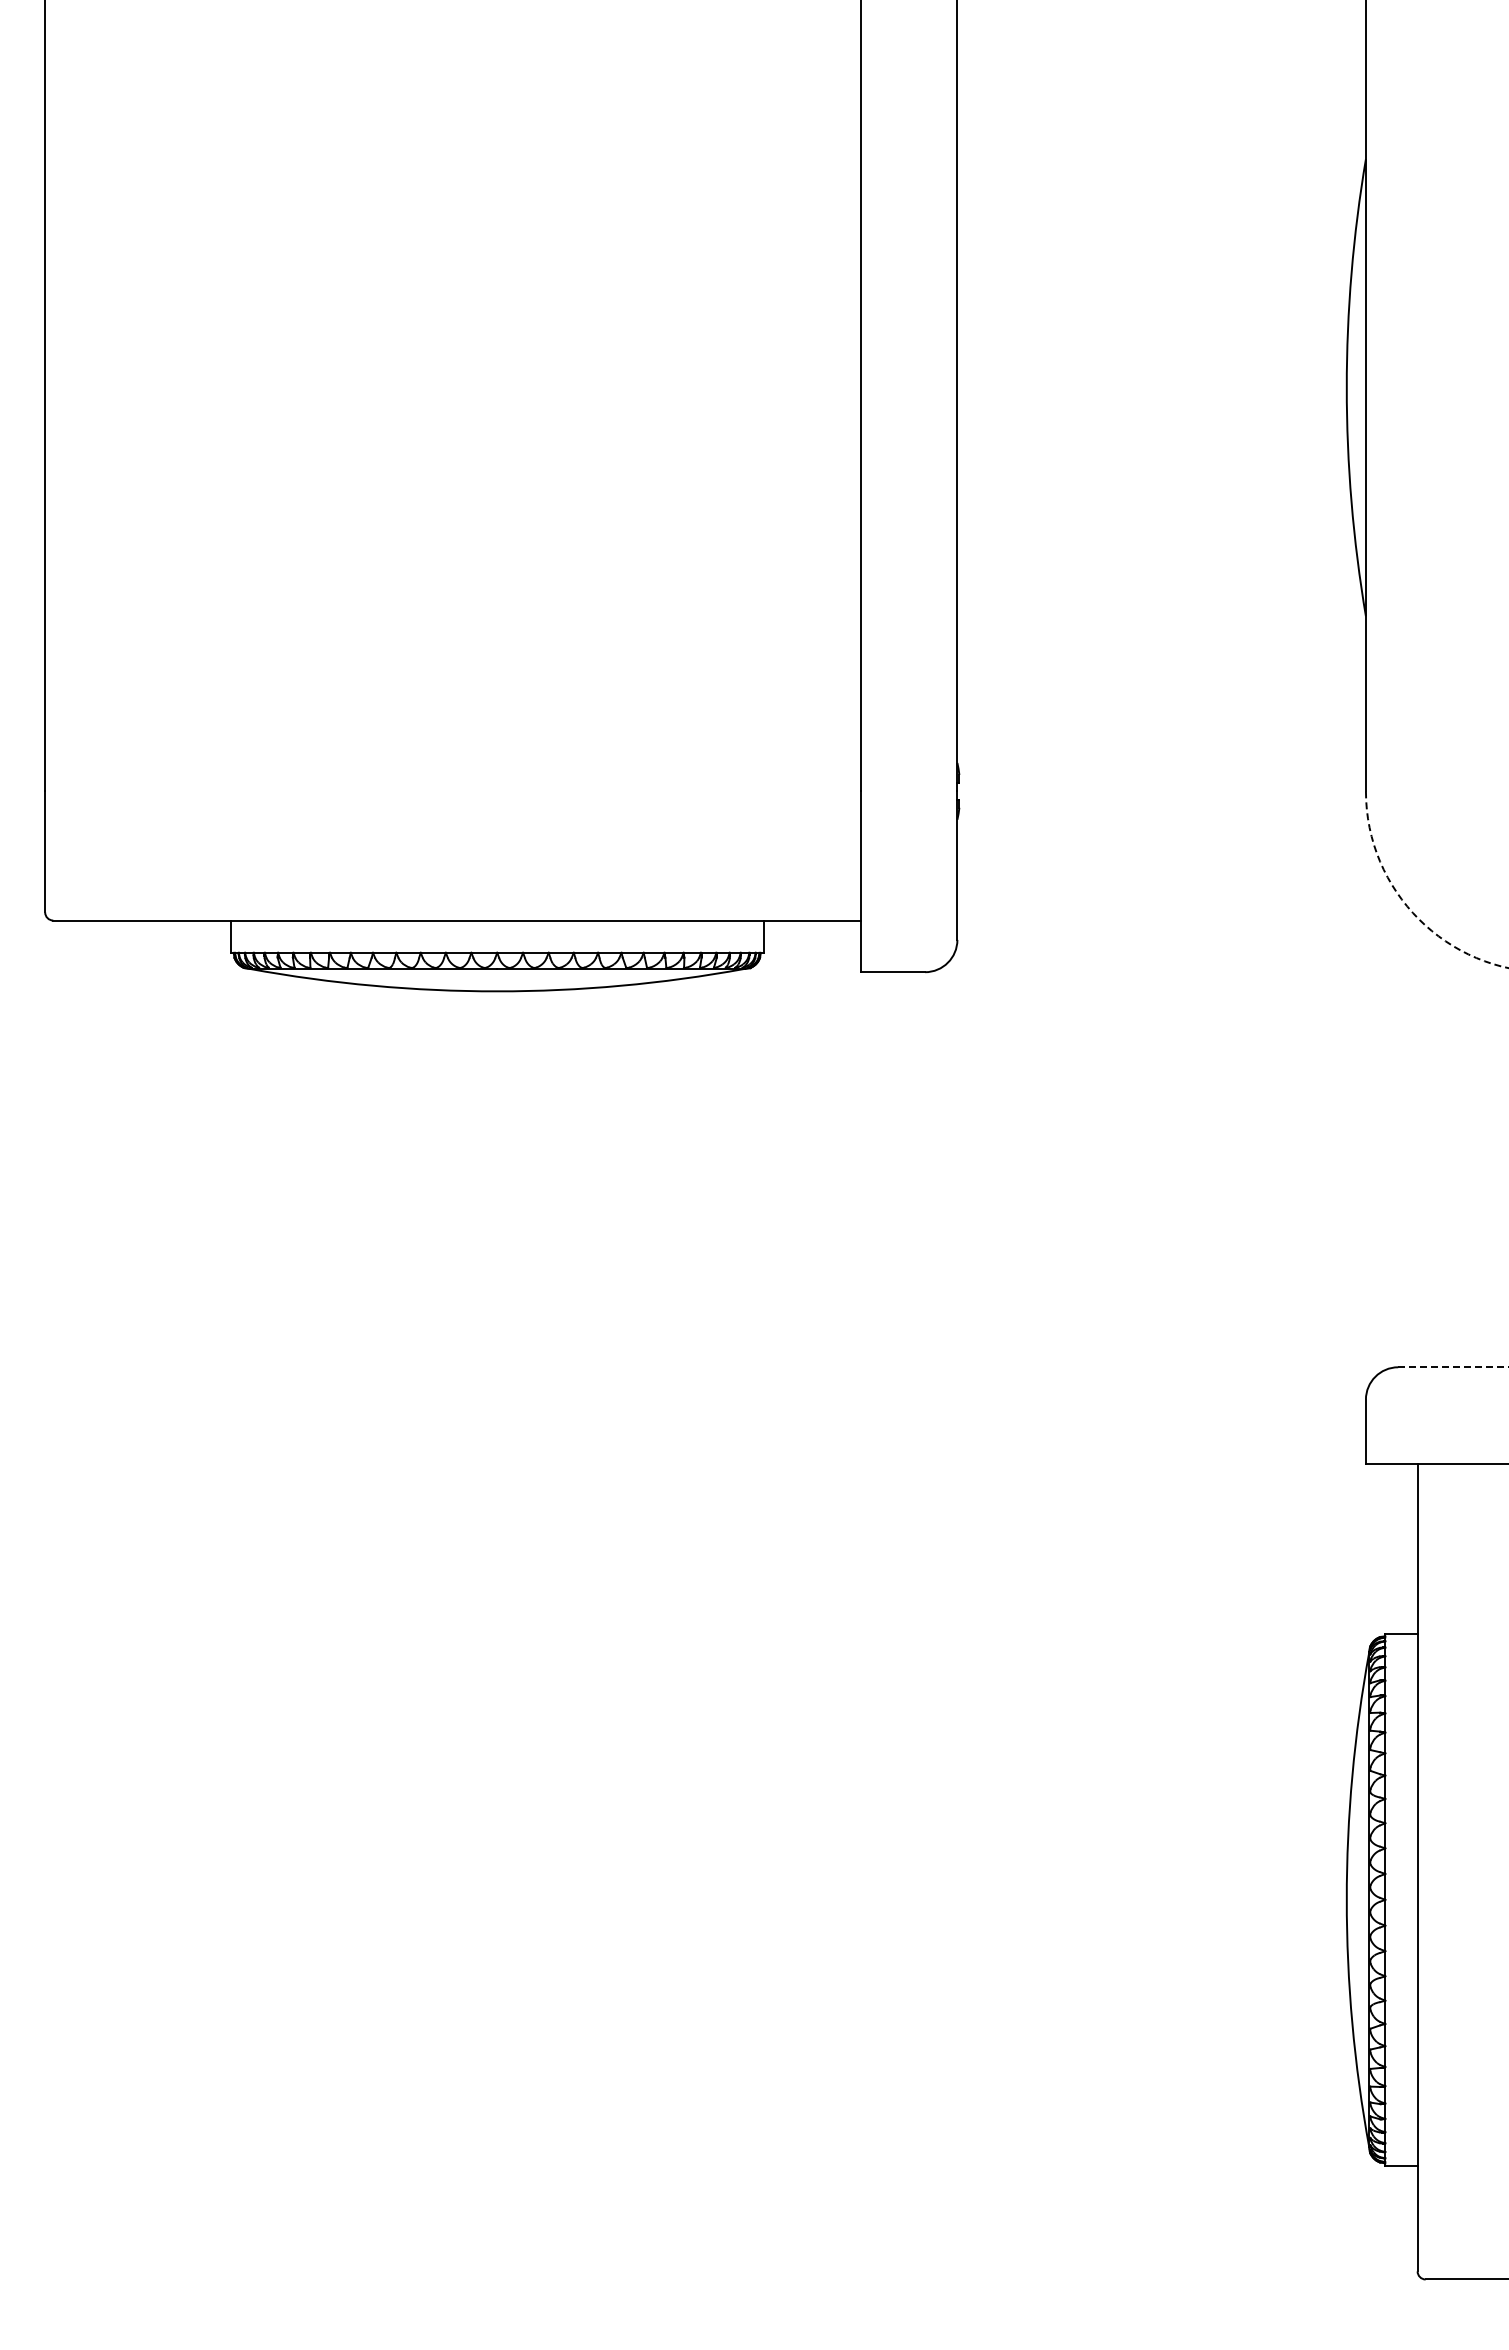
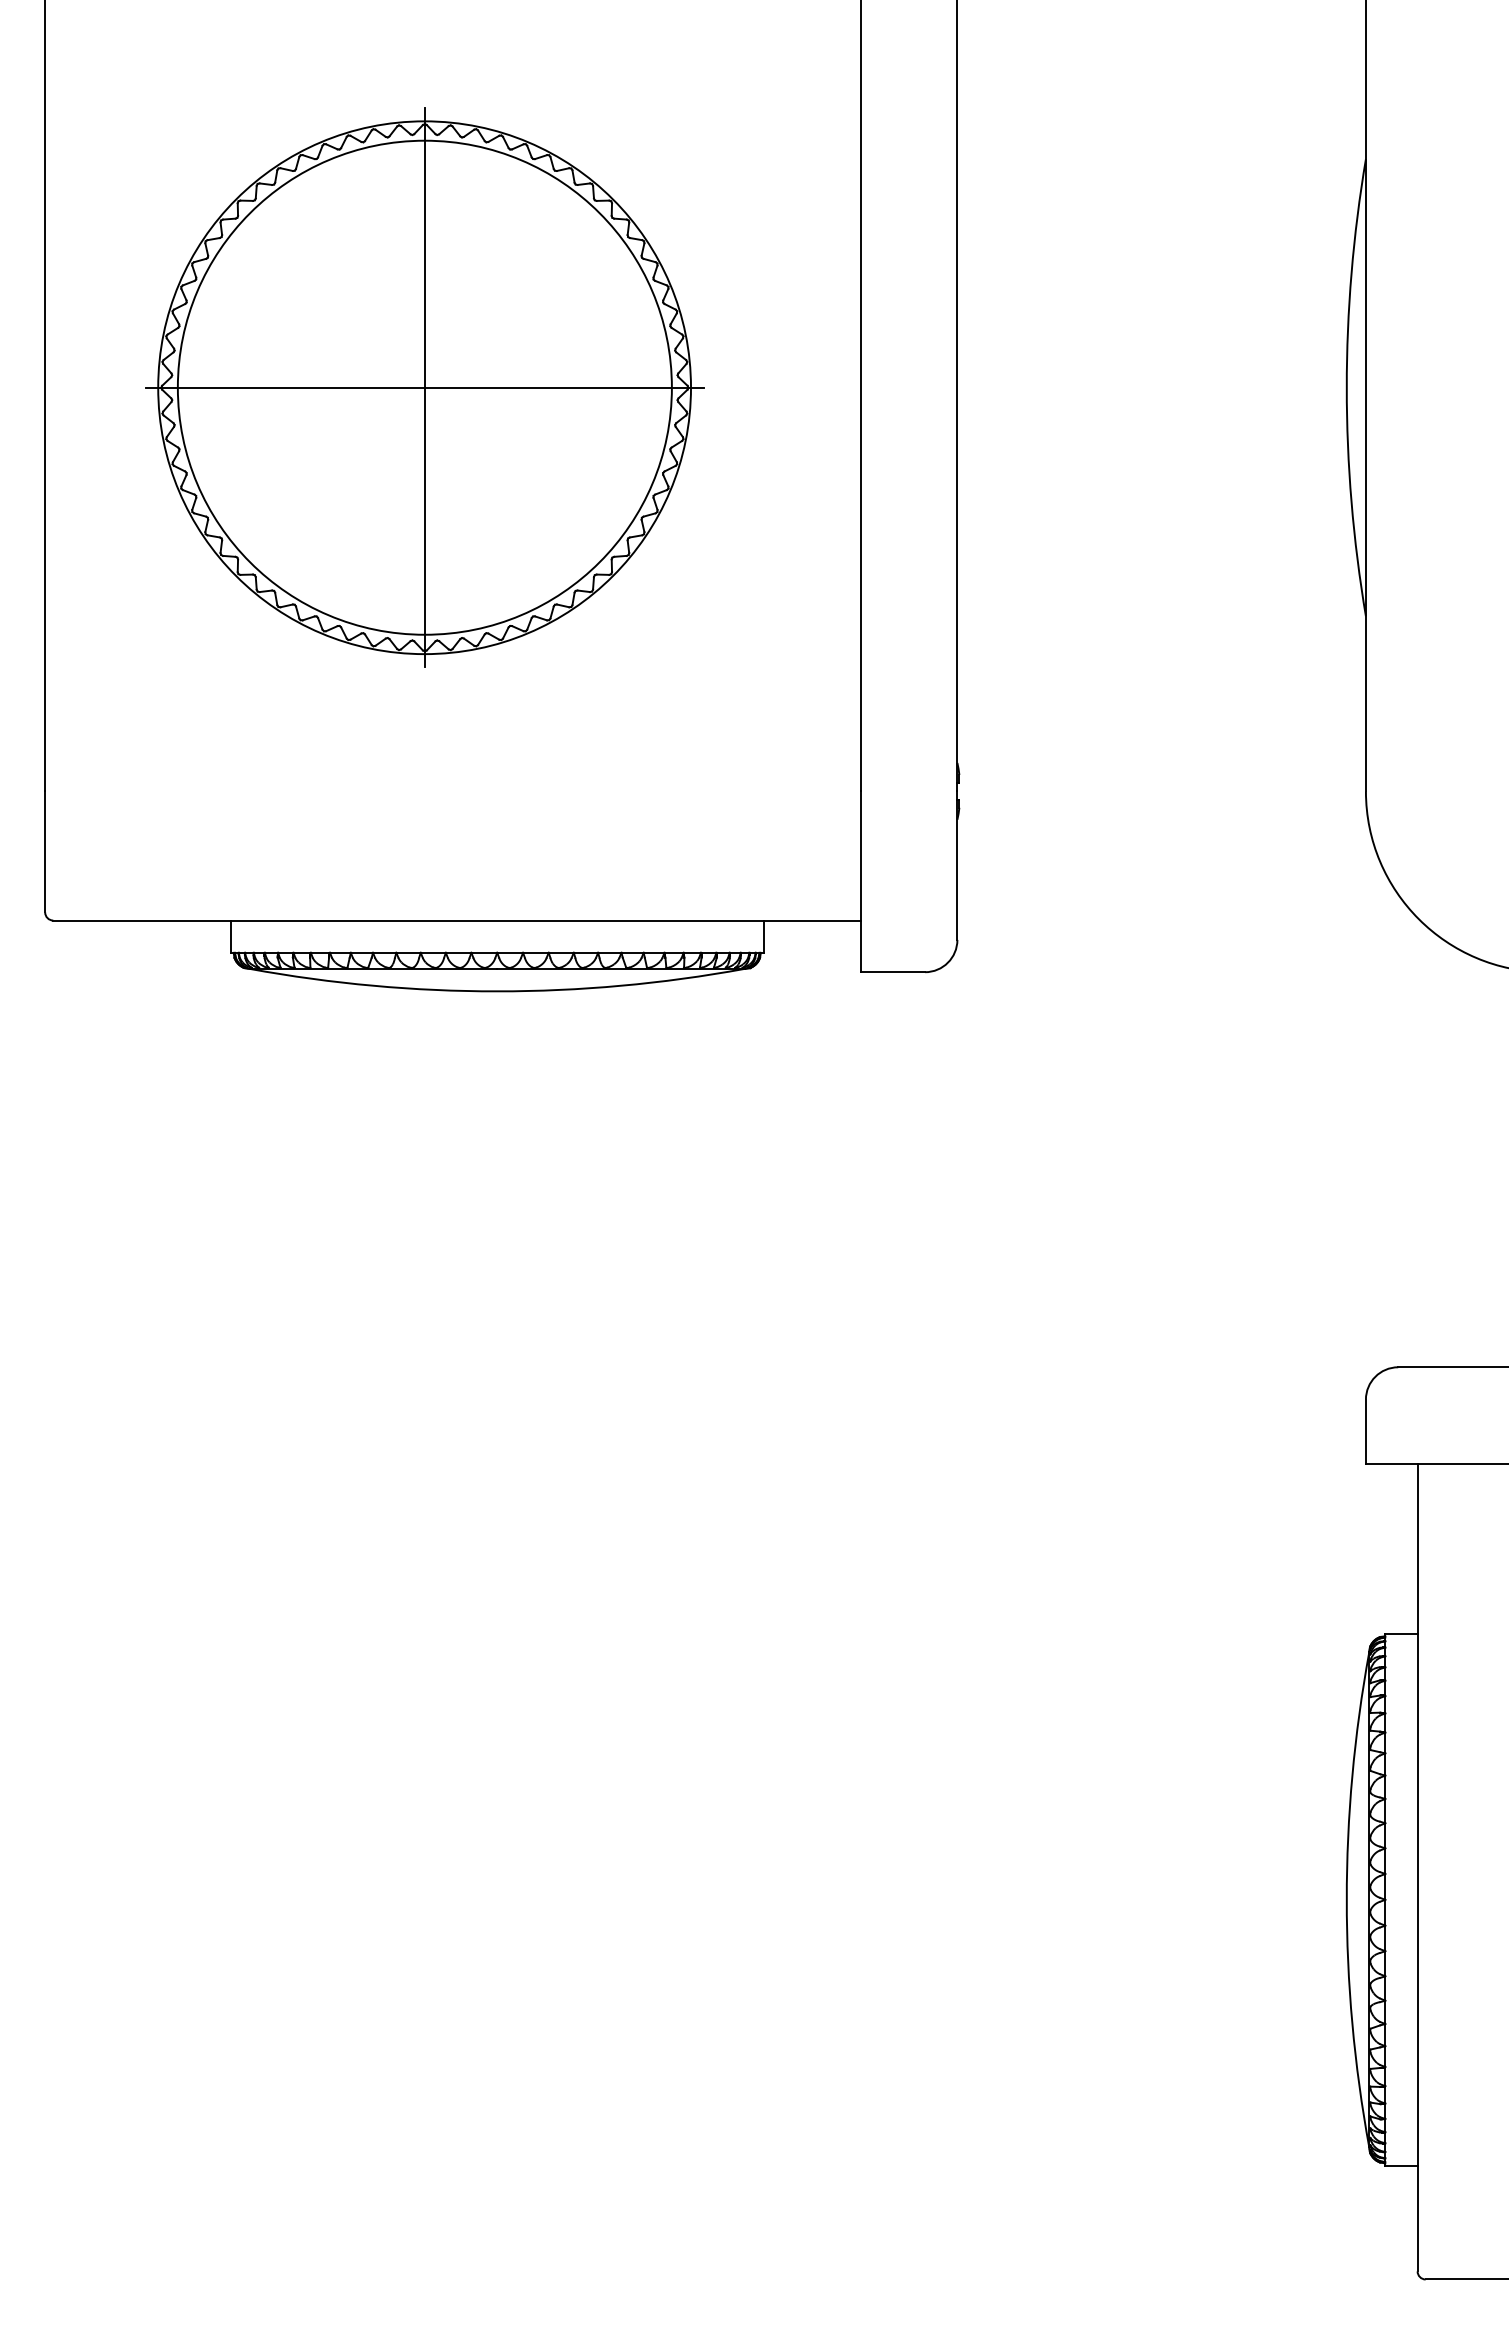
part at (424, 387): none -> present
arc at (1406, 904): dashed -> solid
line at (1454, 1367): dashed -> solid
